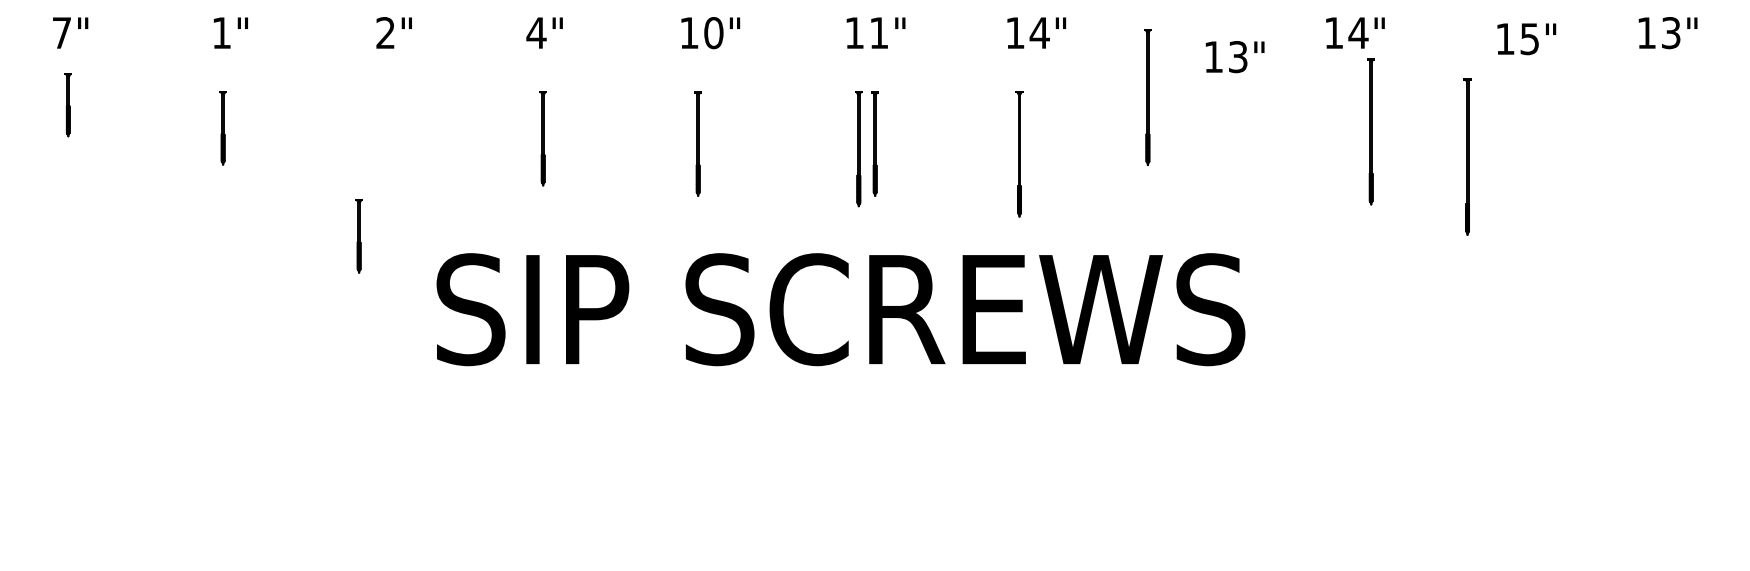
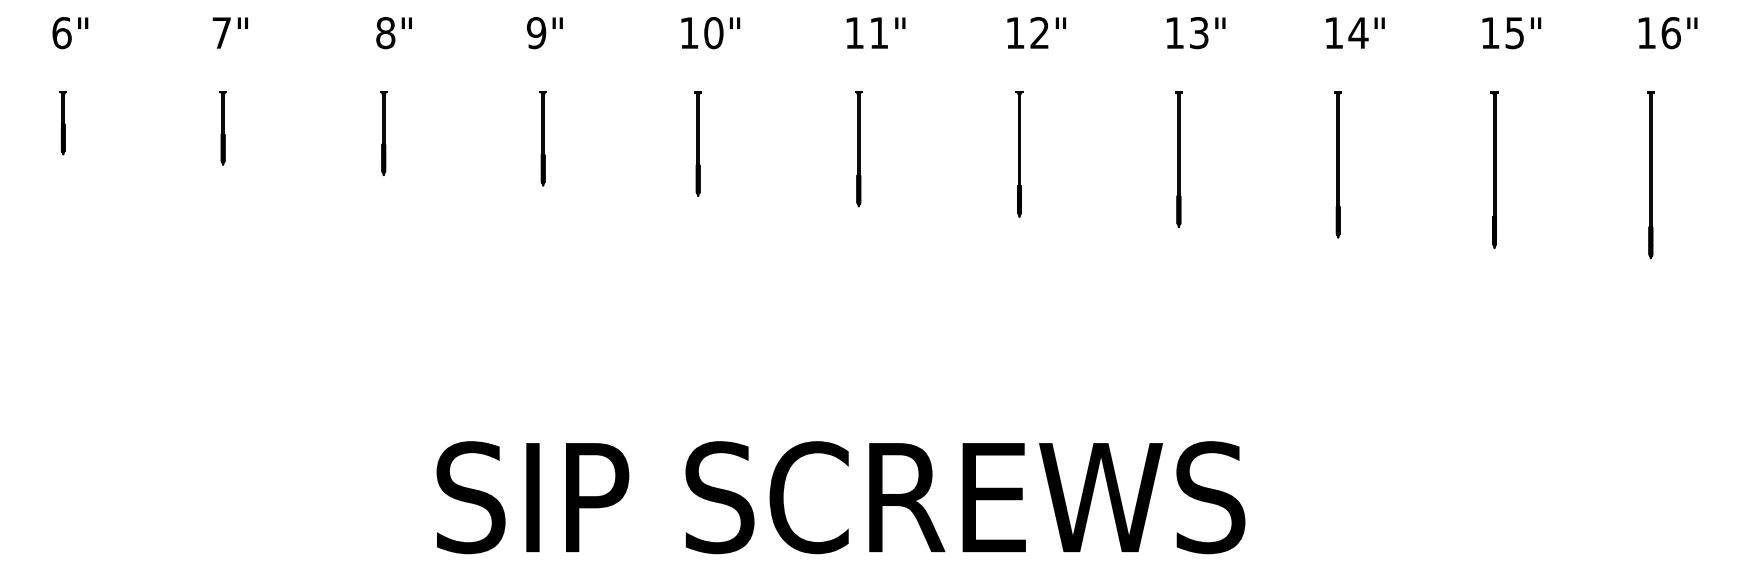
text at (221, 32): 1" -> 7"
text at (1039, 32): 14" -> 12"
text at (61, 33): 7" -> 6"
text at (385, 33): 2" -> 8"
text at (536, 33): 4" -> 9"
text at (1670, 33): 13" -> 16"
text at (1526, 39) position: (1526, 39) -> (1511, 33)
text at (1234, 57) position: (1234, 57) -> (1195, 33)
part at (1147, 97) position: (1147, 97) -> (1178, 159)
part at (67, 105) position: (67, 105) -> (62, 123)
part at (1370, 131) position: (1370, 131) -> (1337, 164)
part at (383, 133): none -> present
part at (874, 143): present -> none
part at (1467, 156) position: (1467, 156) -> (1494, 169)
part at (1650, 175): none -> present
part at (358, 236): present -> none
text at (840, 309) position: (840, 309) -> (840, 497)
